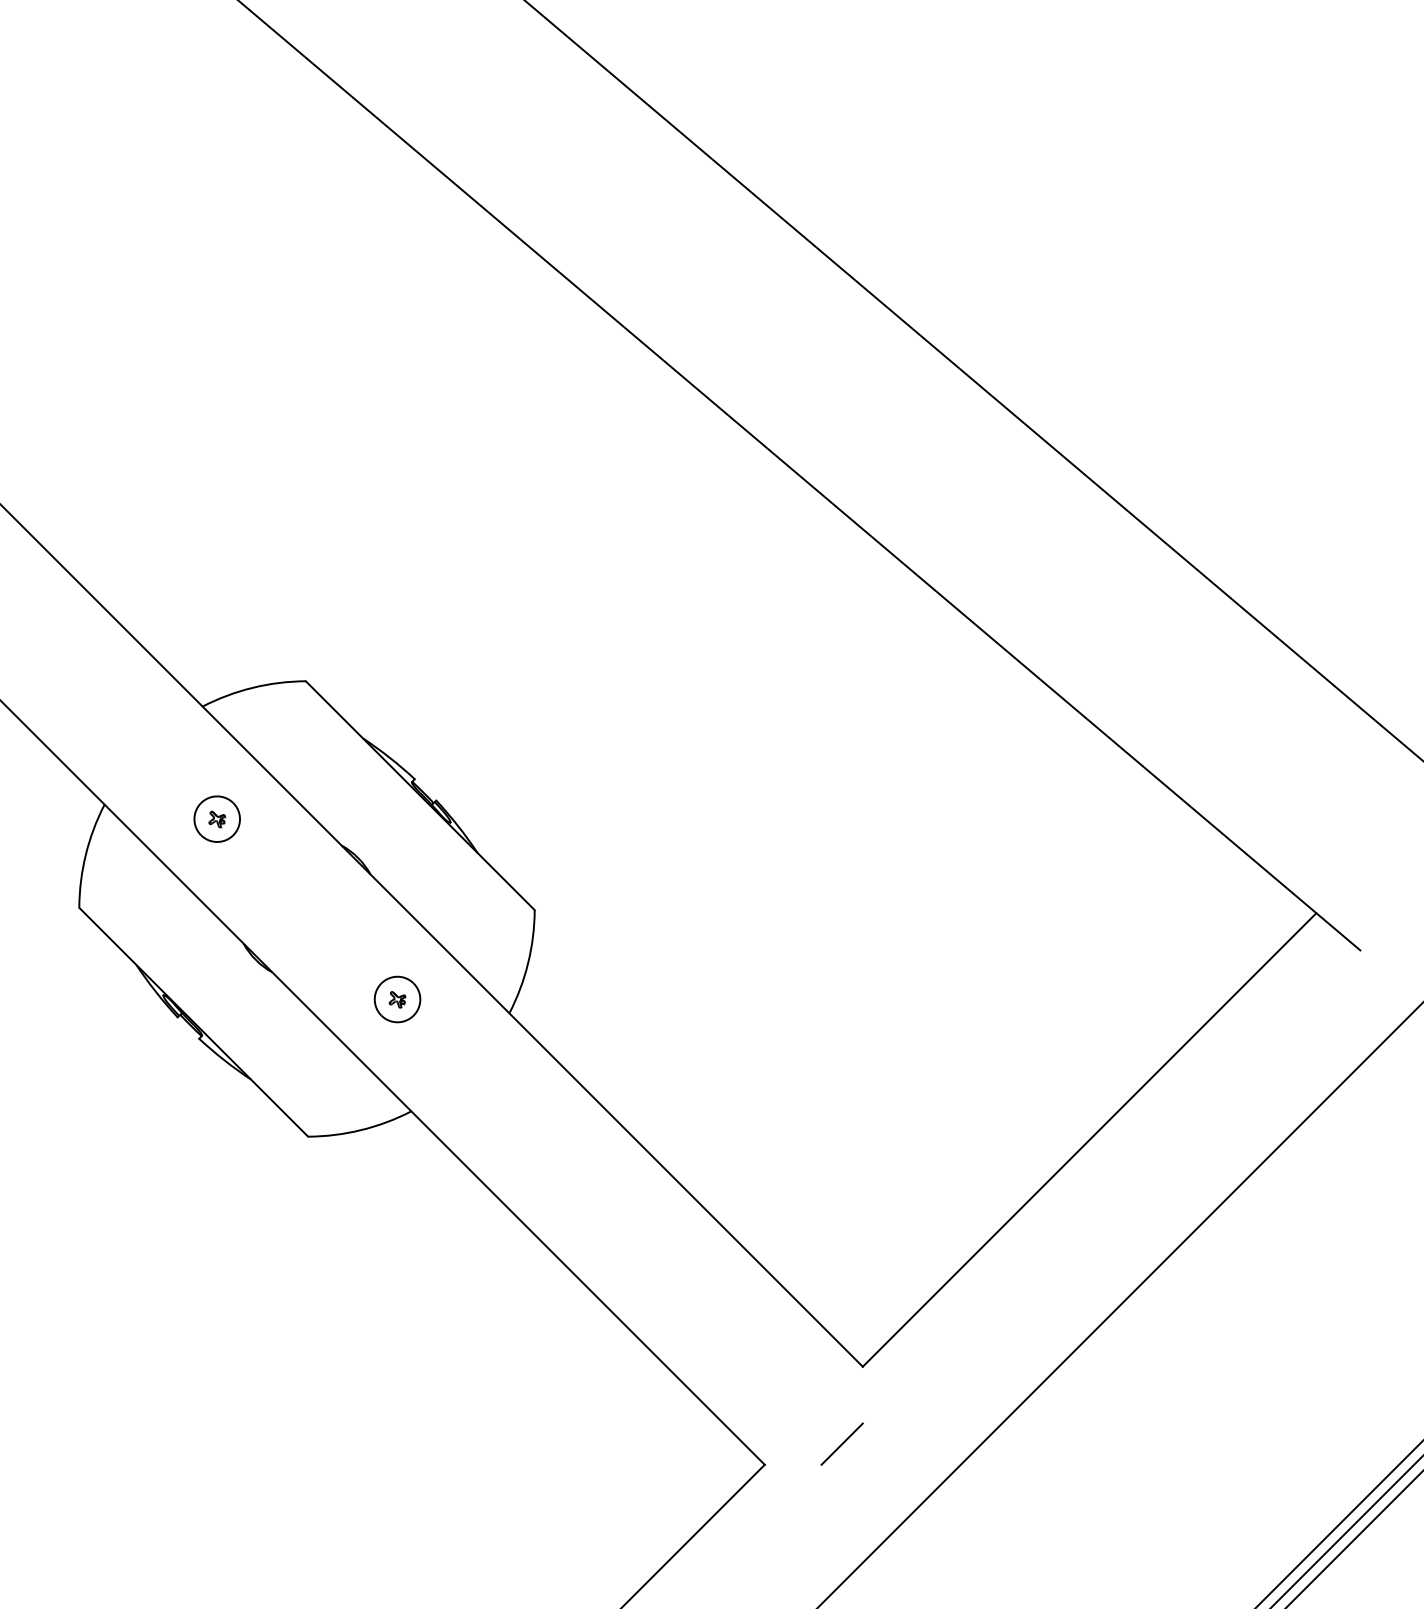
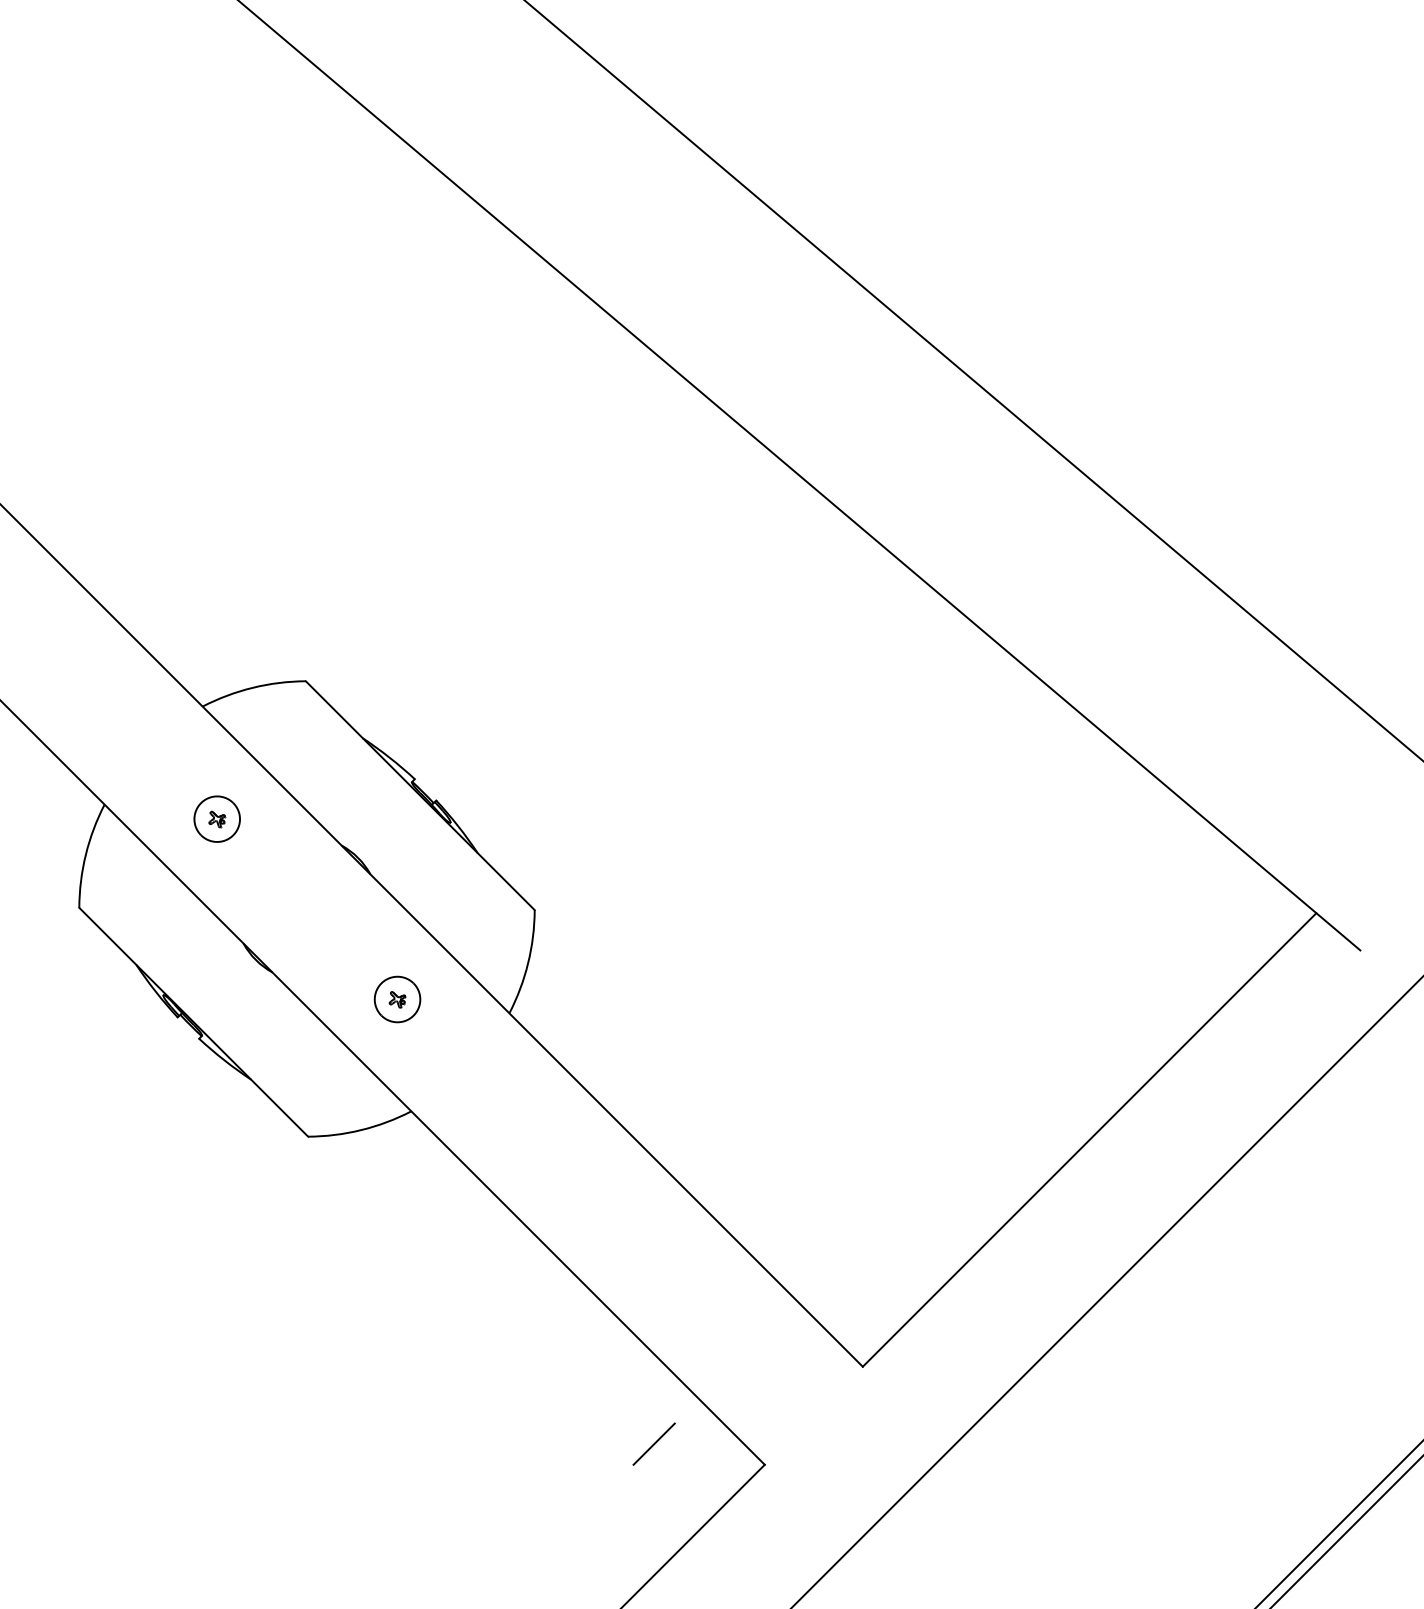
line at (1120, 1304) position: (1120, 1304) -> (1106, 1291)
line at (841, 1443) position: (841, 1443) -> (653, 1443)
line at (1354, 1539): present -> none
